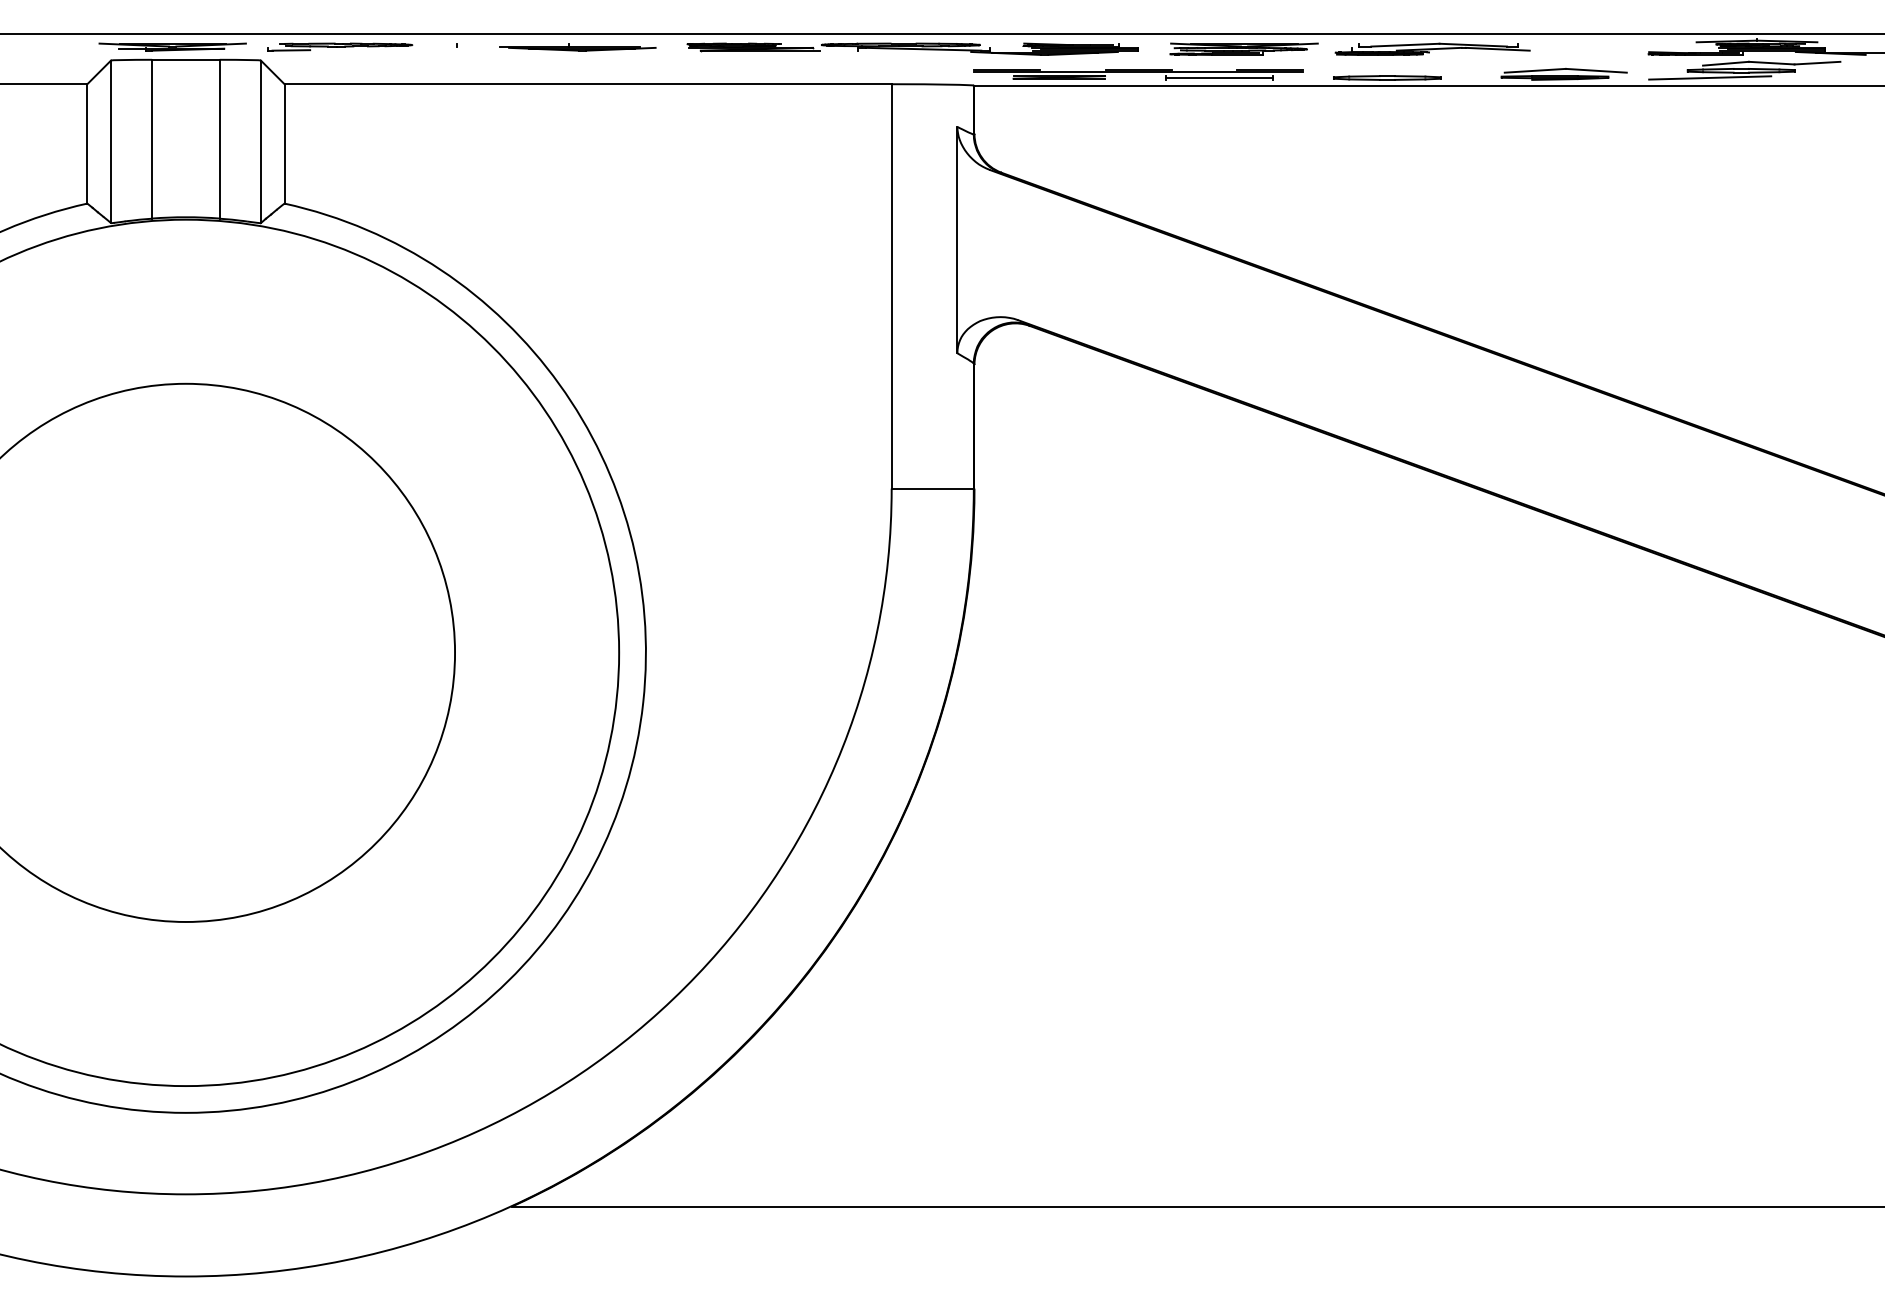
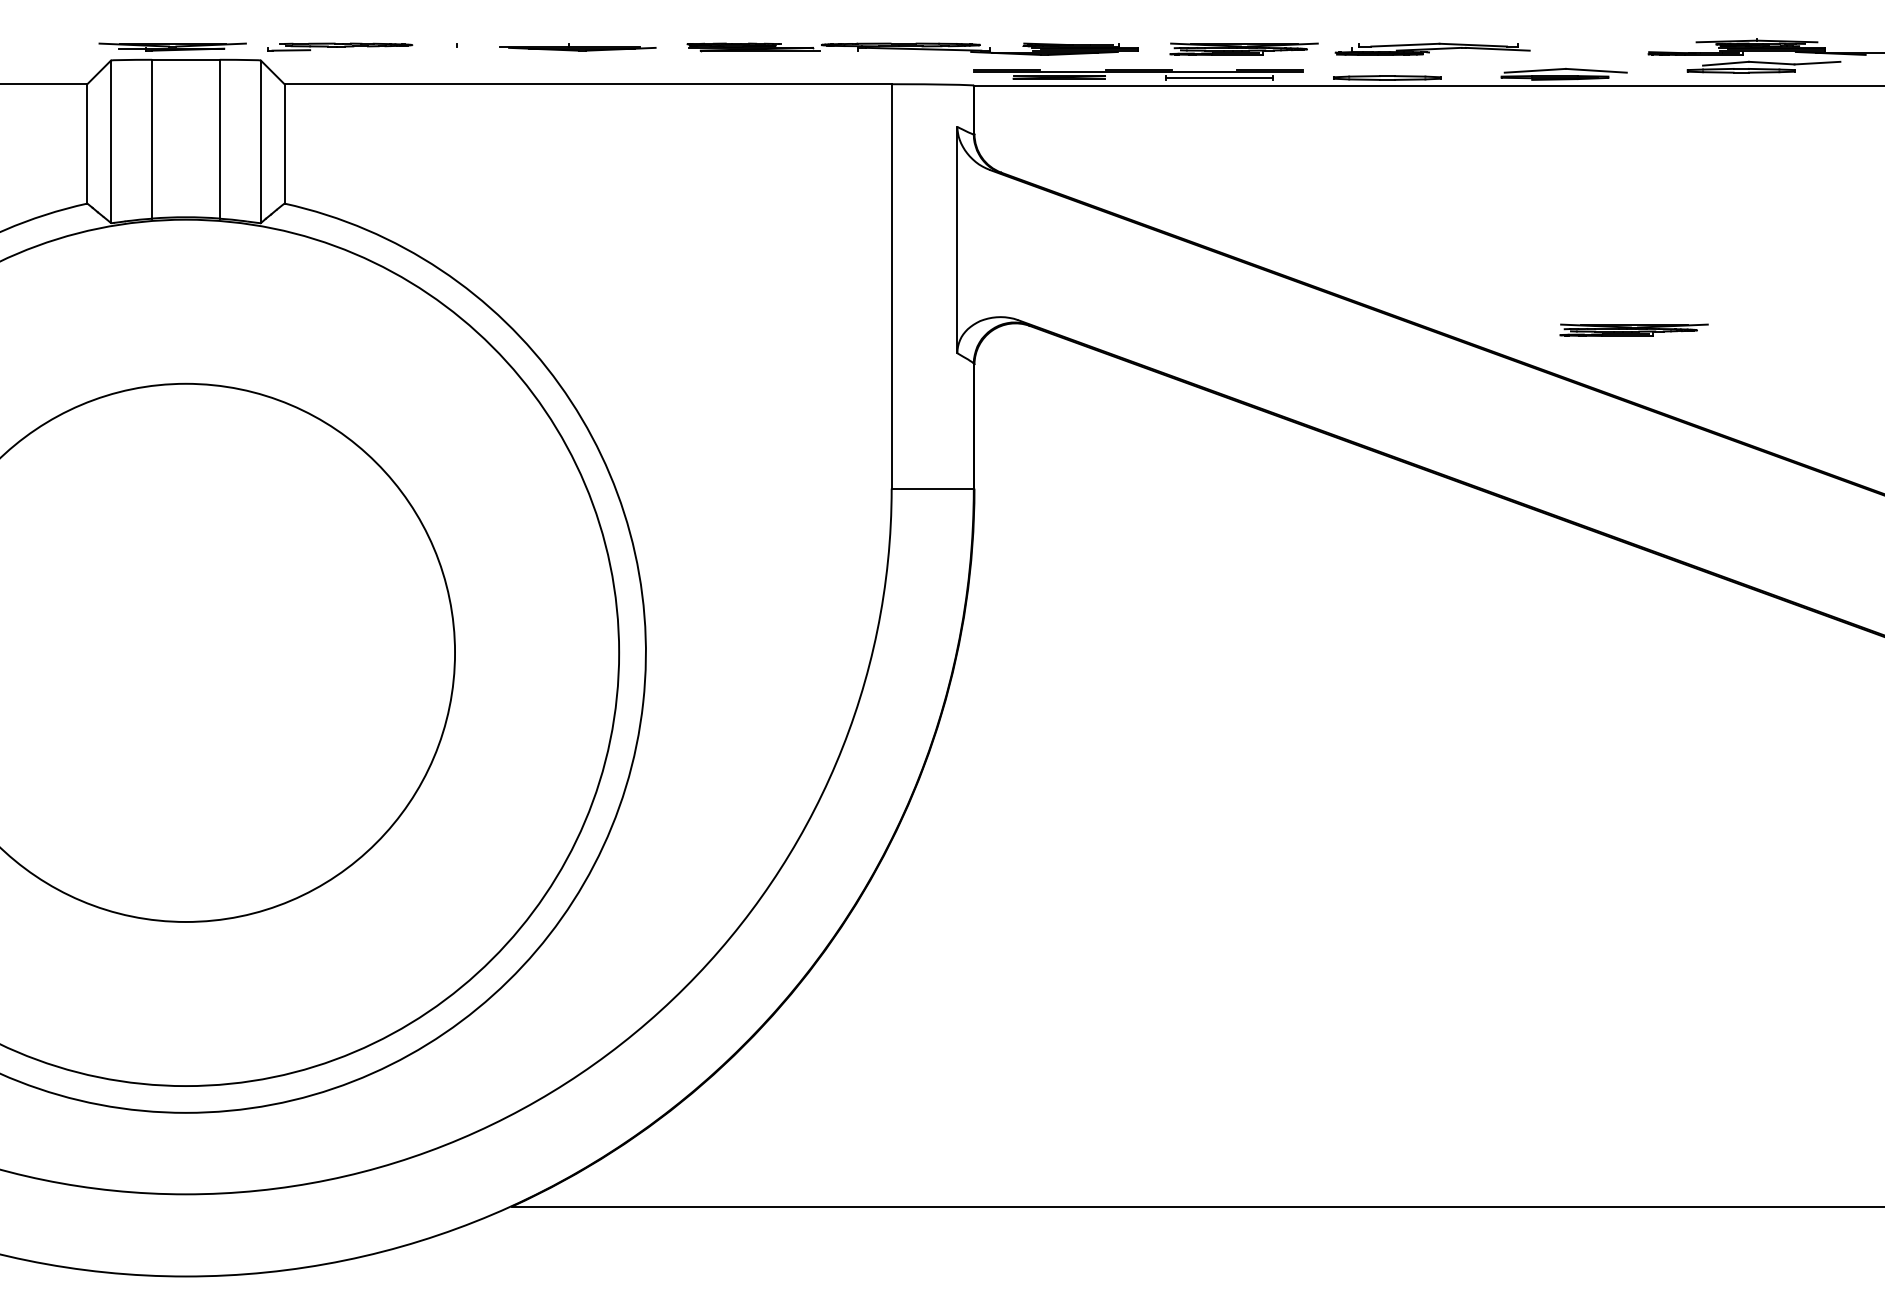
line at (941, 34): present -> none
line at (1710, 77): present -> none
part at (1633, 329): none -> present
